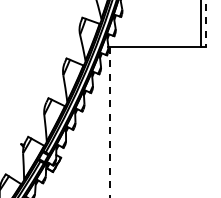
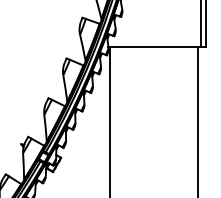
line at (206, 23): dashed -> solid
line at (198, 120): none -> present
line at (109, 122): dashed -> solid
